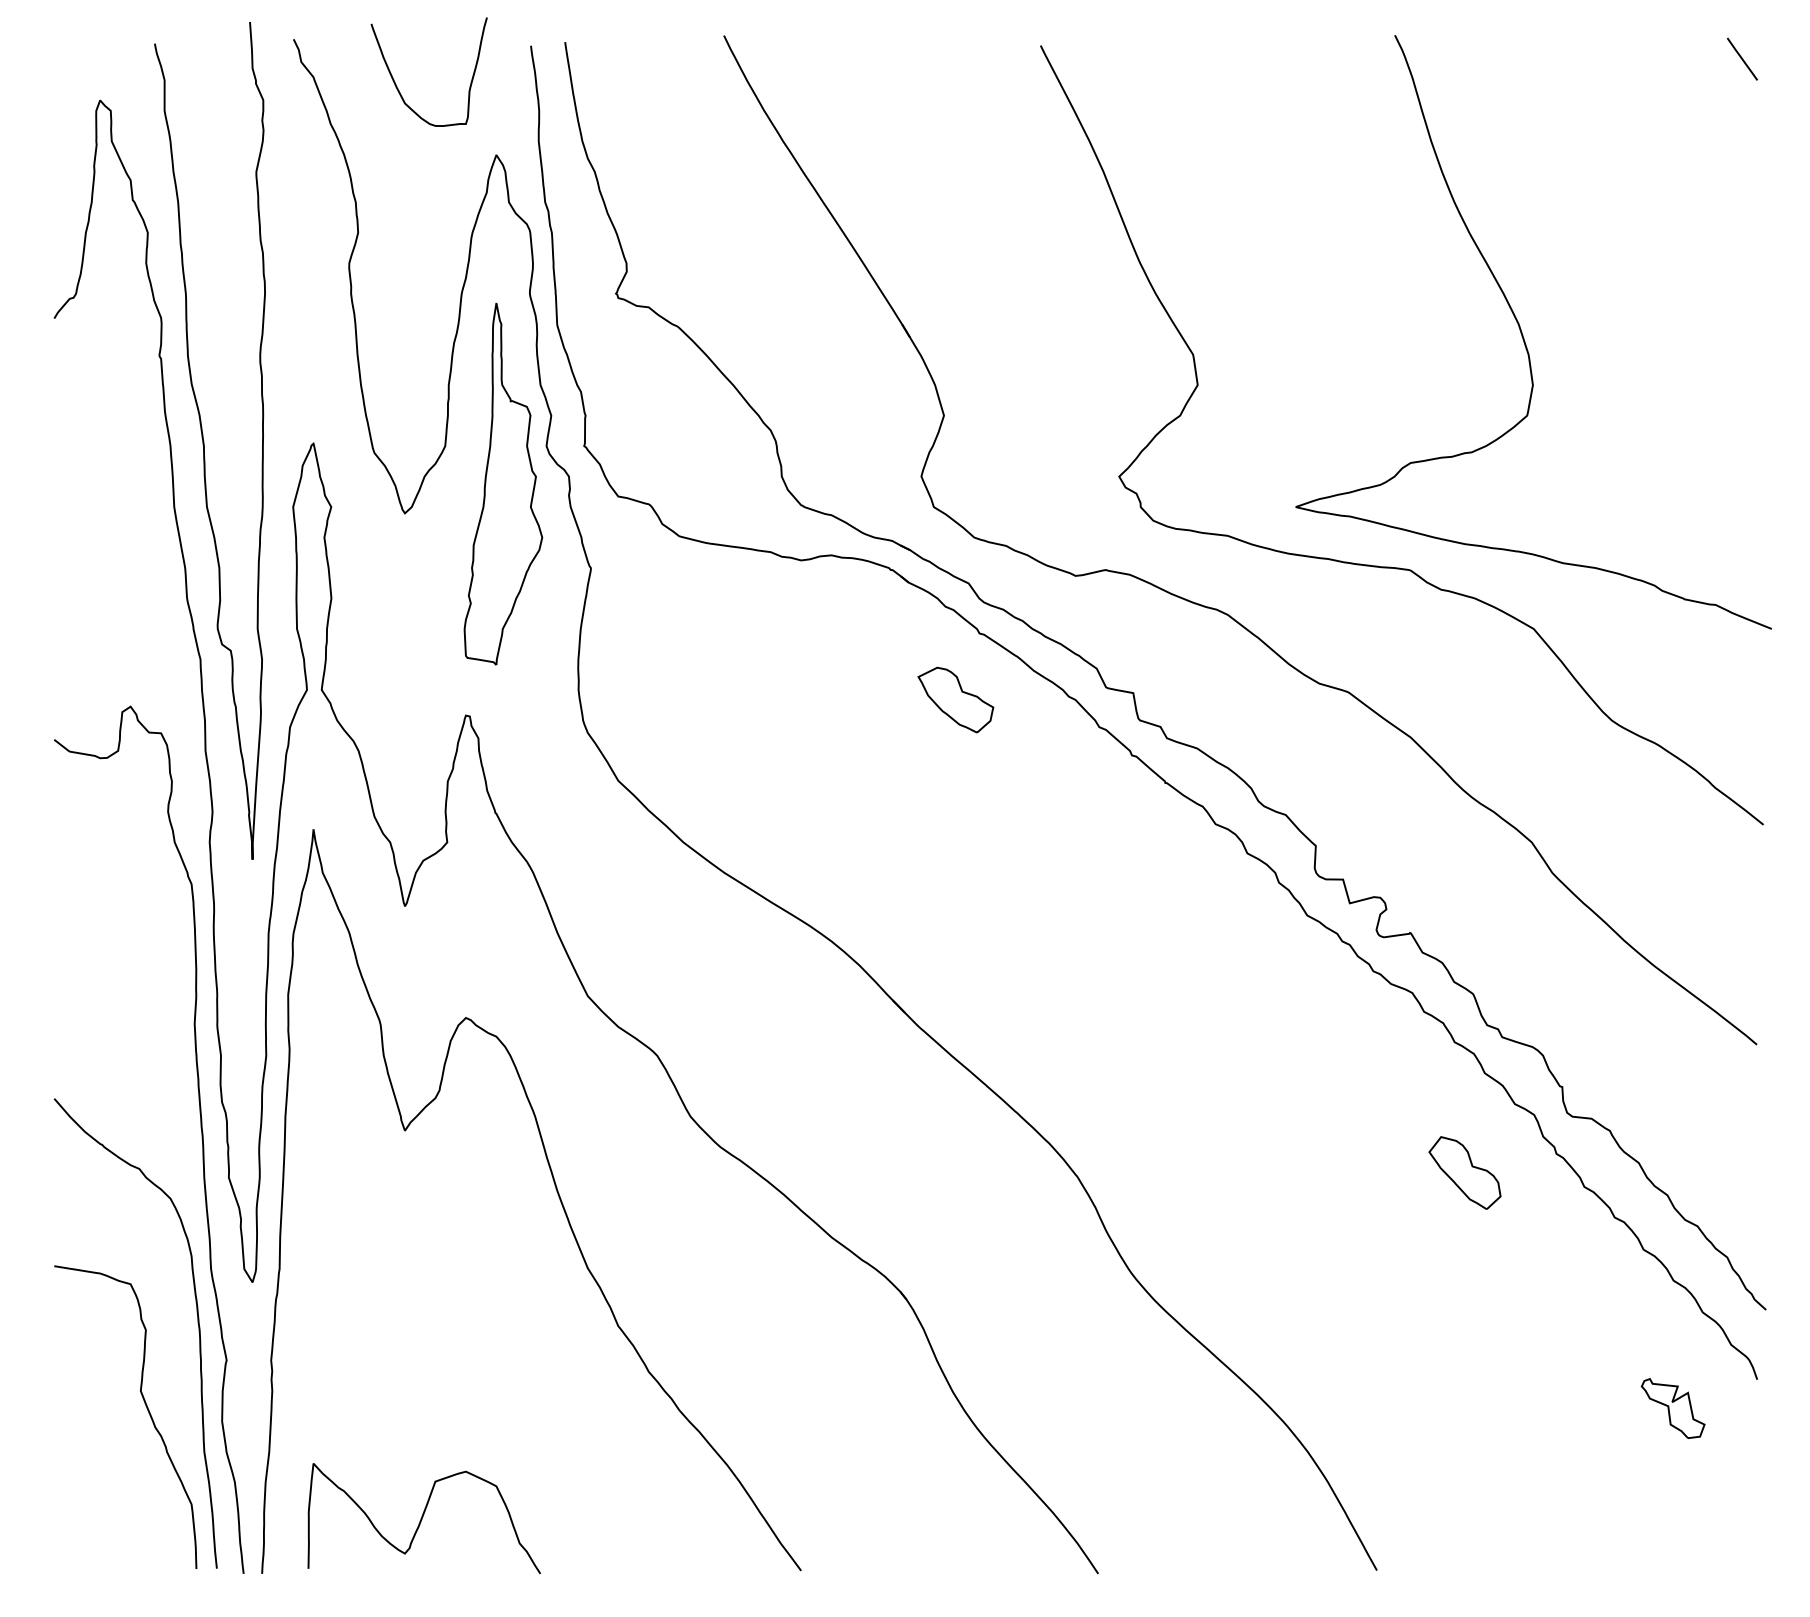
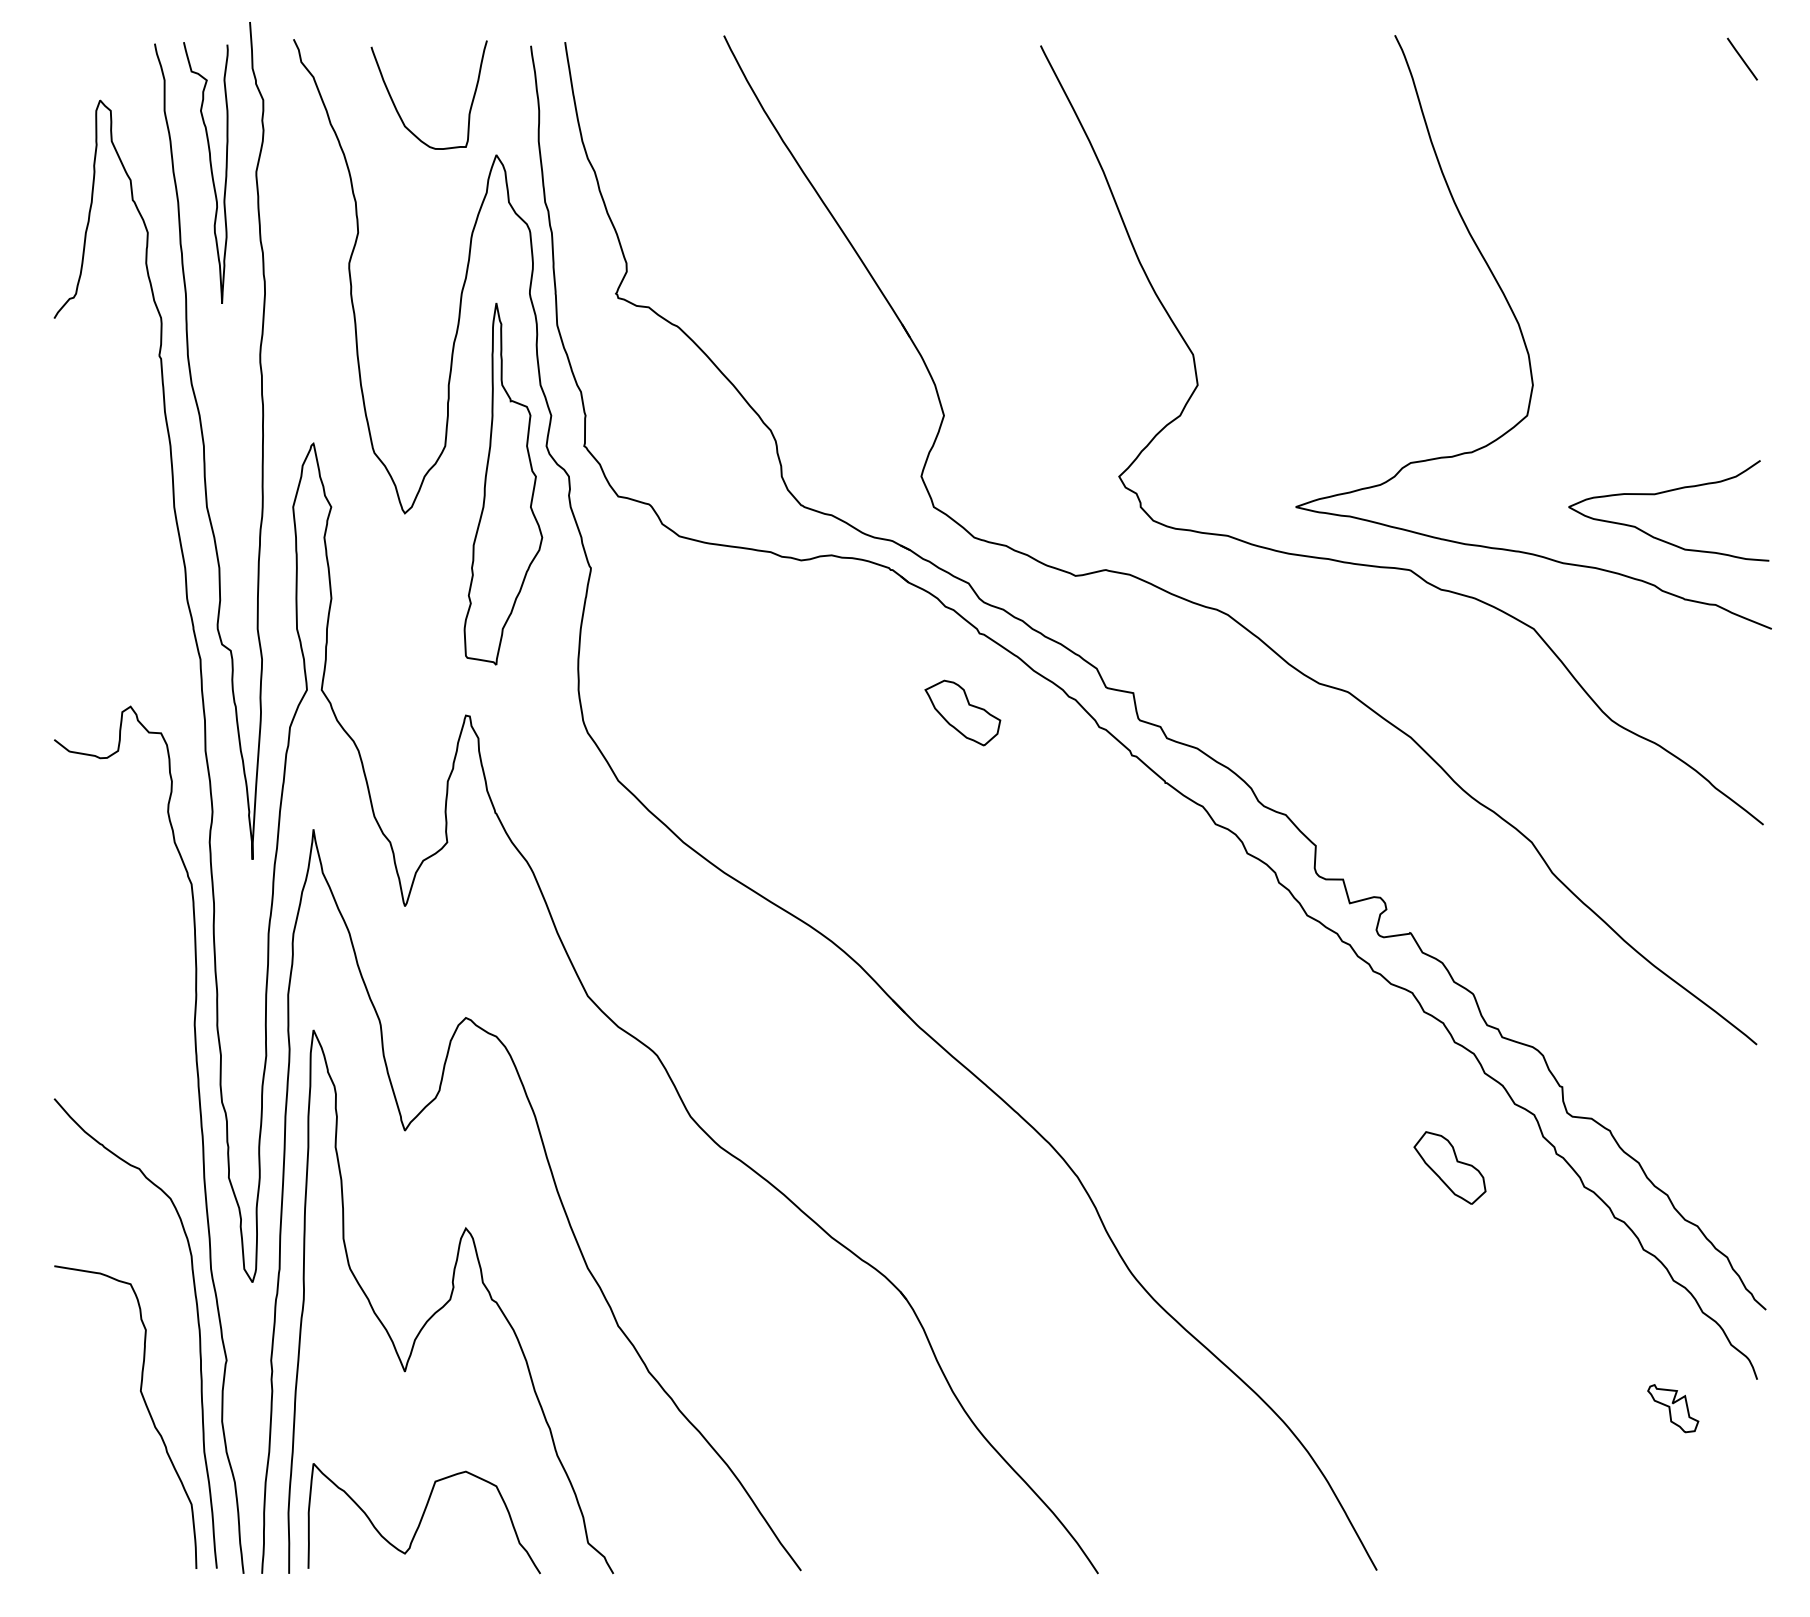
curve at (397, 86) position: (397, 86) -> (397, 109)
curve at (210, 171): none -> present
curve at (1663, 493): none -> present
part at (955, 699) position: (955, 699) -> (962, 712)
part at (1464, 1172) position: (1464, 1172) -> (1449, 1167)
curve at (450, 1300): none -> present
part at (1672, 1408) size: 66x61 px -> 53x50 px
